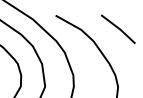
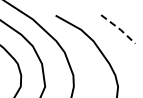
line at (119, 29): solid -> dashed
